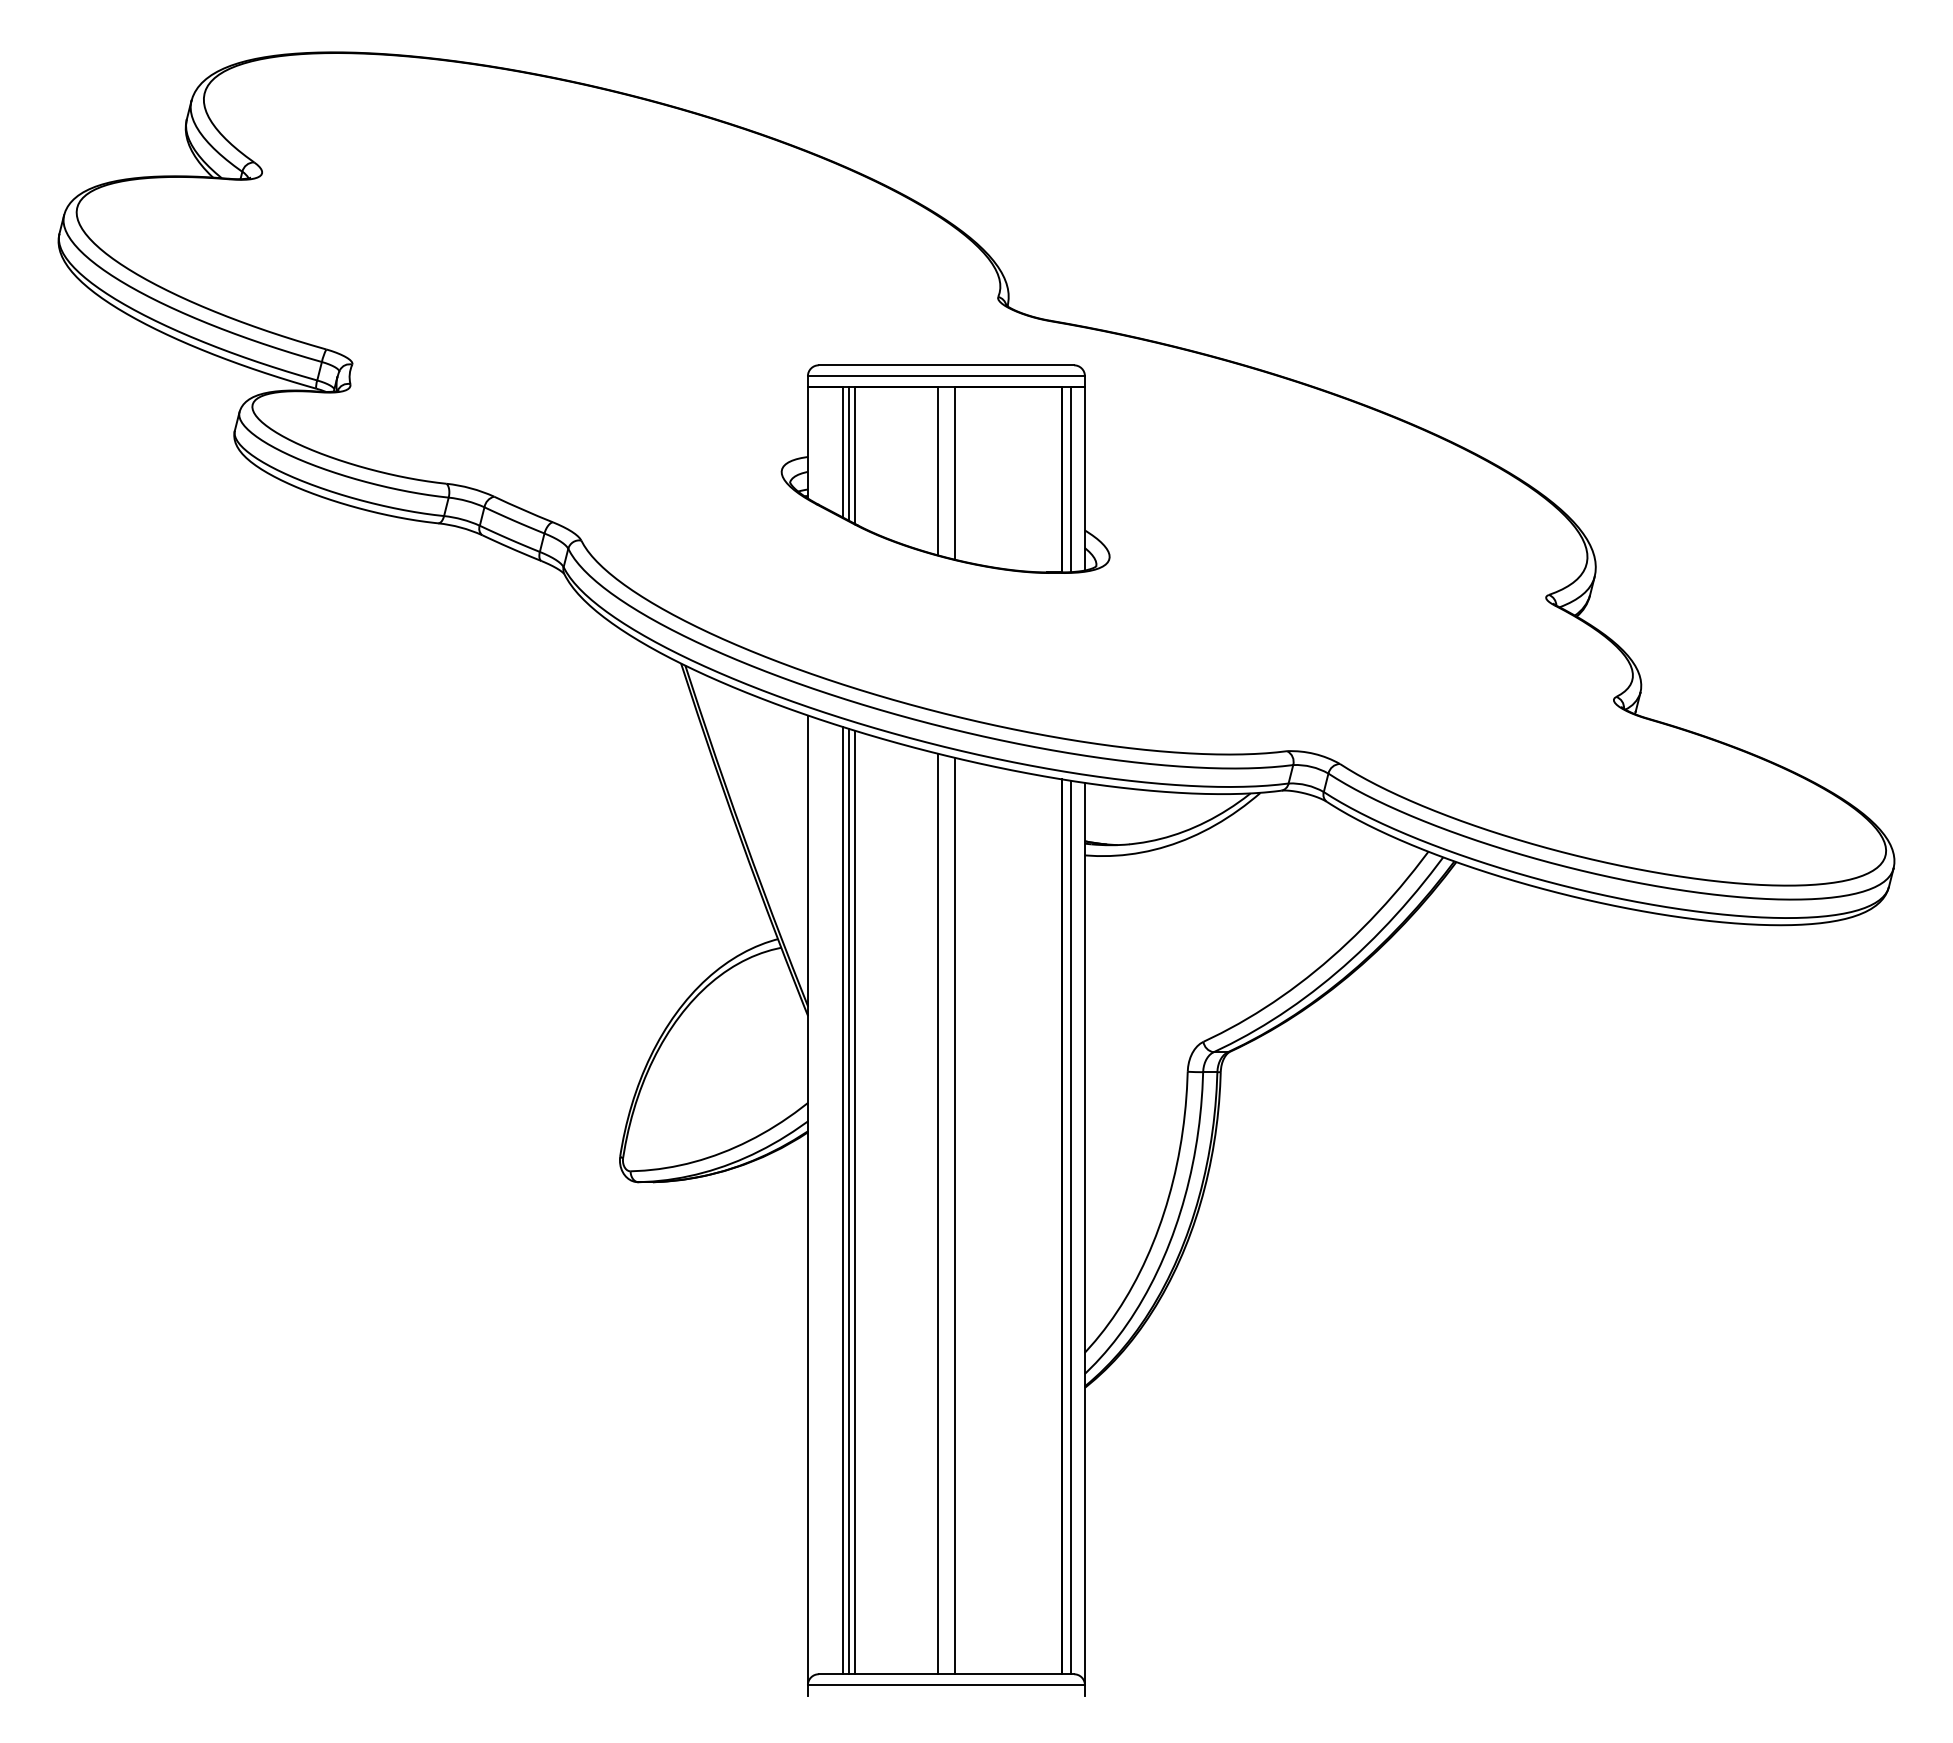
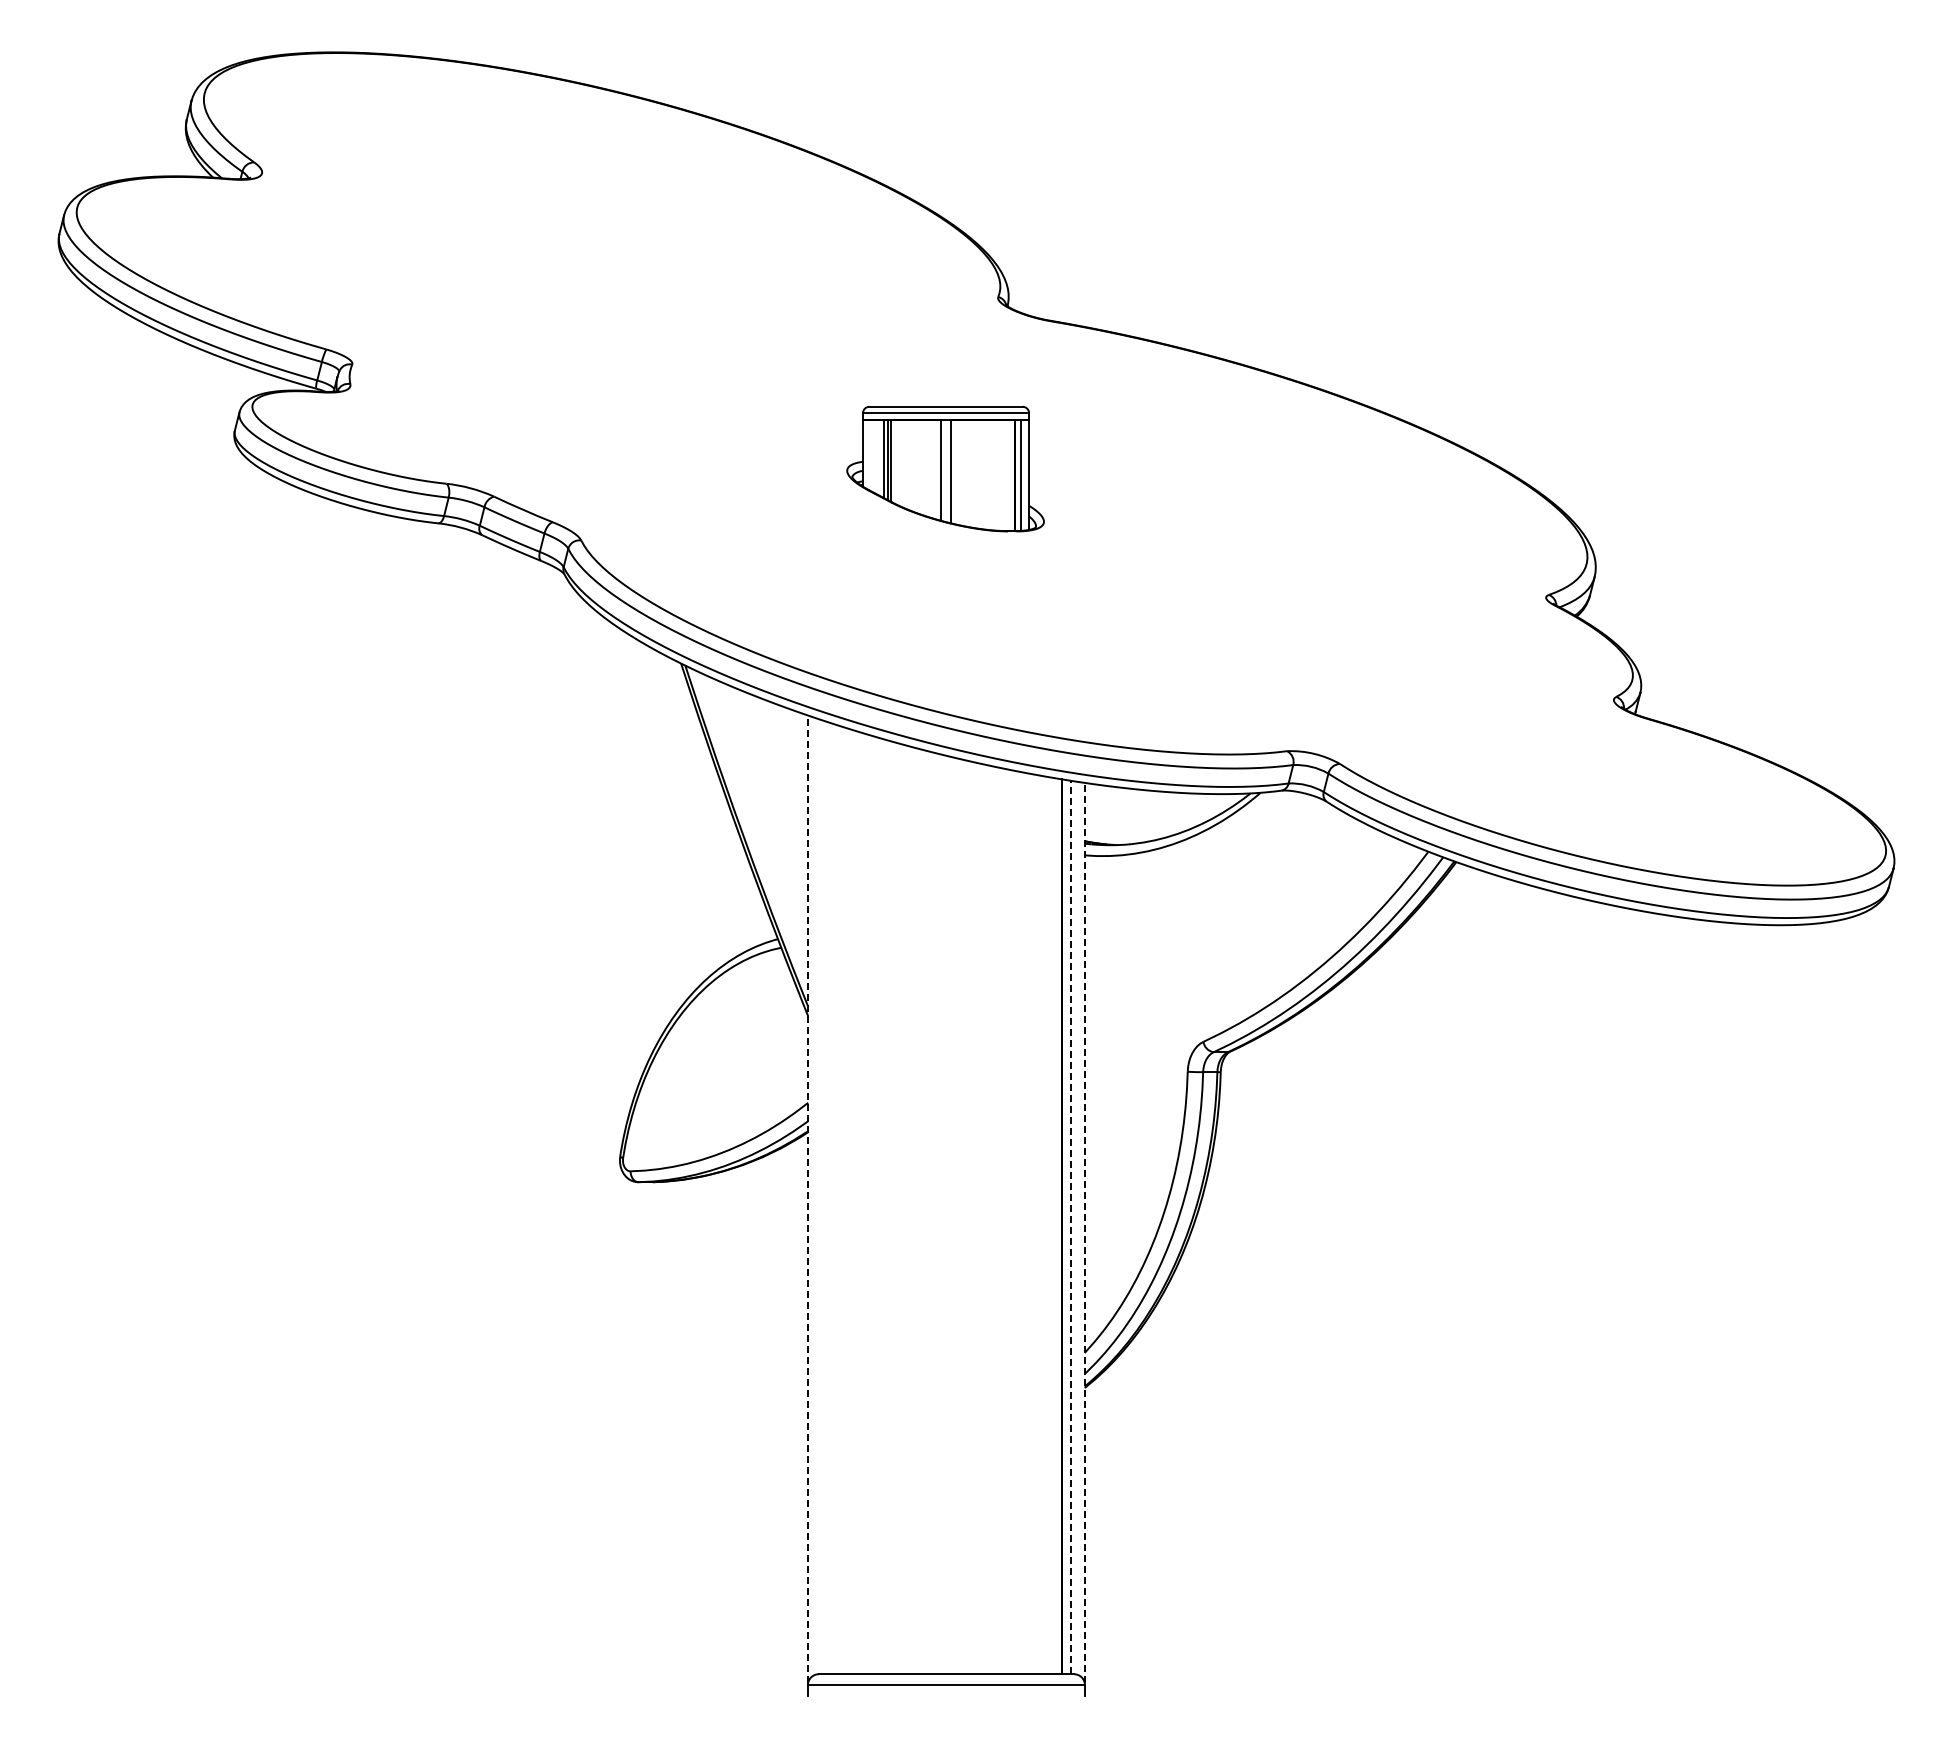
part at (945, 468) size: 331x210 px -> 199x128 px
line at (808, 1199): solid -> dashed
line at (842, 1200): present -> none
line at (849, 1201): present -> none
line at (854, 1202): present -> none
line at (937, 1213): present -> none
line at (955, 1215): present -> none
line at (1070, 1227): solid -> dashed
line at (1084, 1232): solid -> dashed
